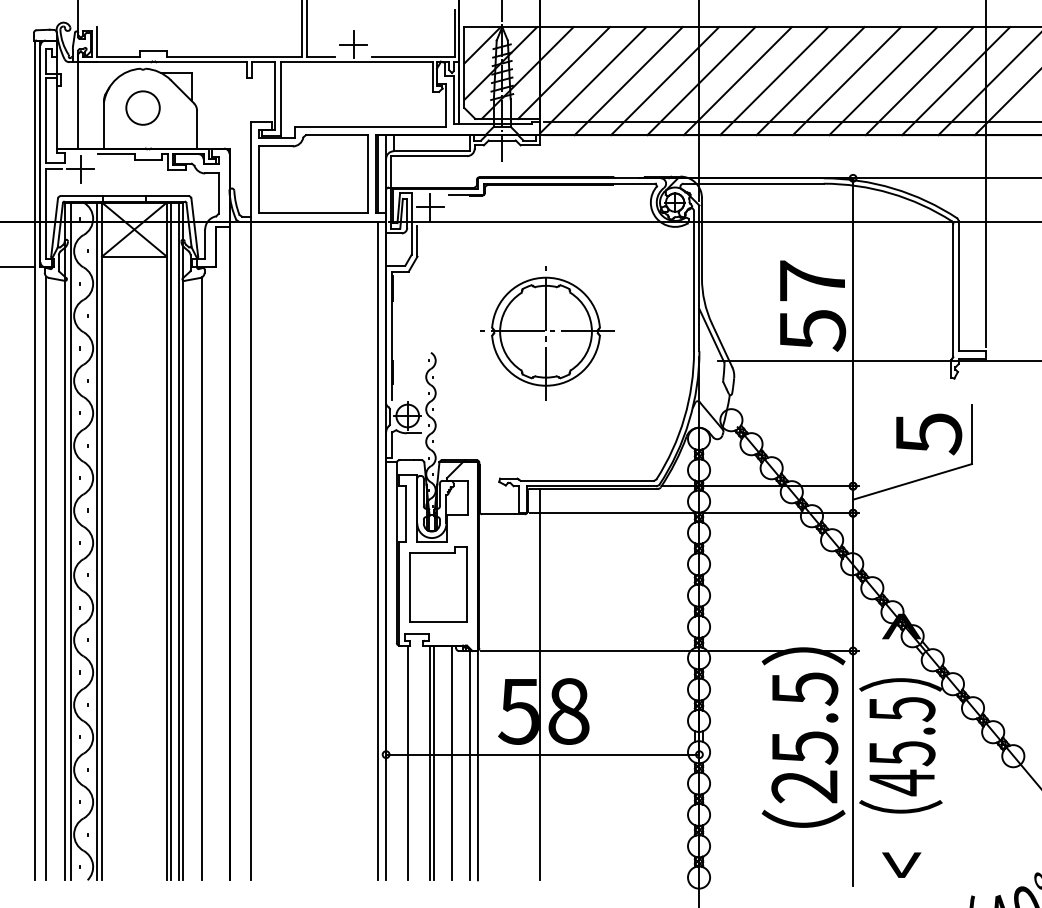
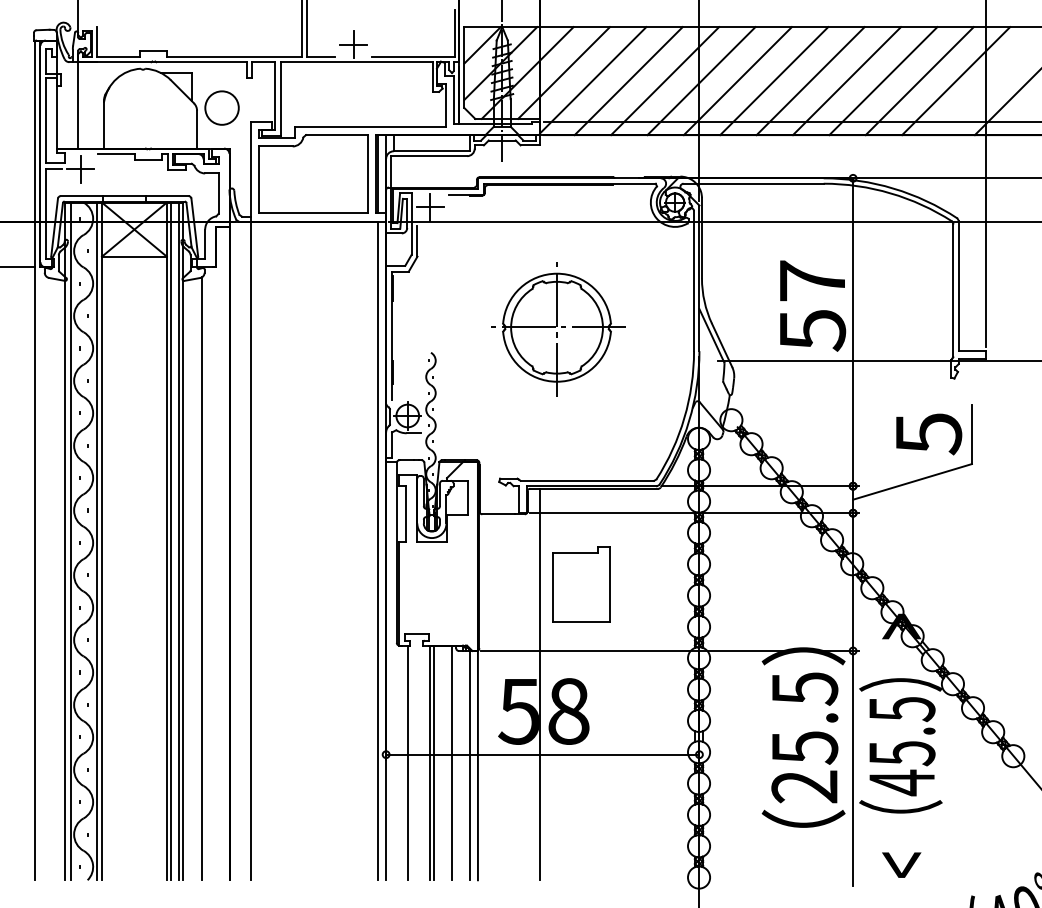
line at (988, 84): present -> none
circle at (142, 107) position: (142, 107) -> (221, 107)
part at (547, 333) position: (547, 333) -> (558, 329)
line at (46, 578): present -> none
part at (438, 584) position: (438, 584) -> (581, 584)
